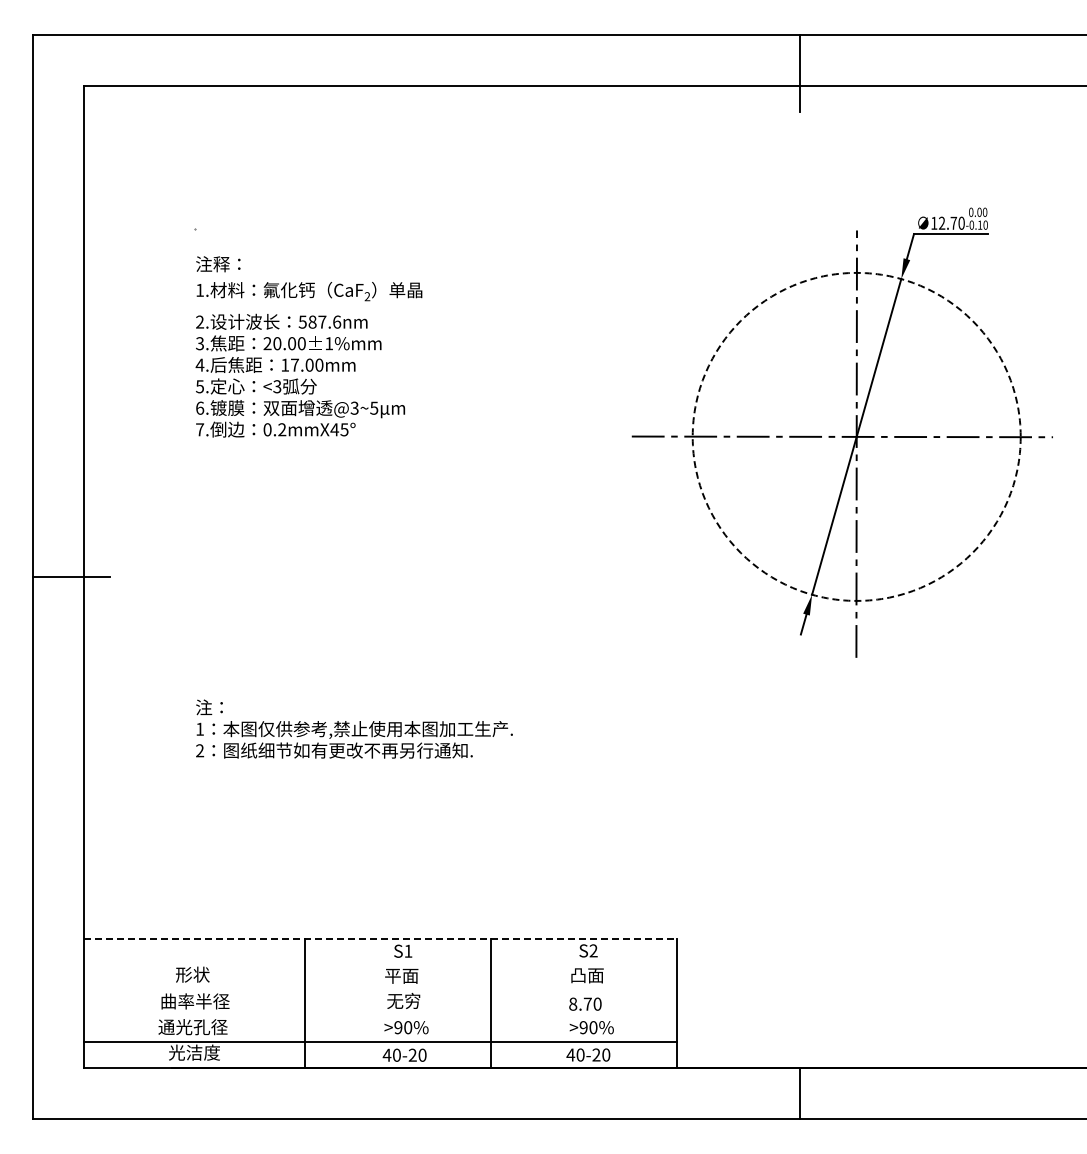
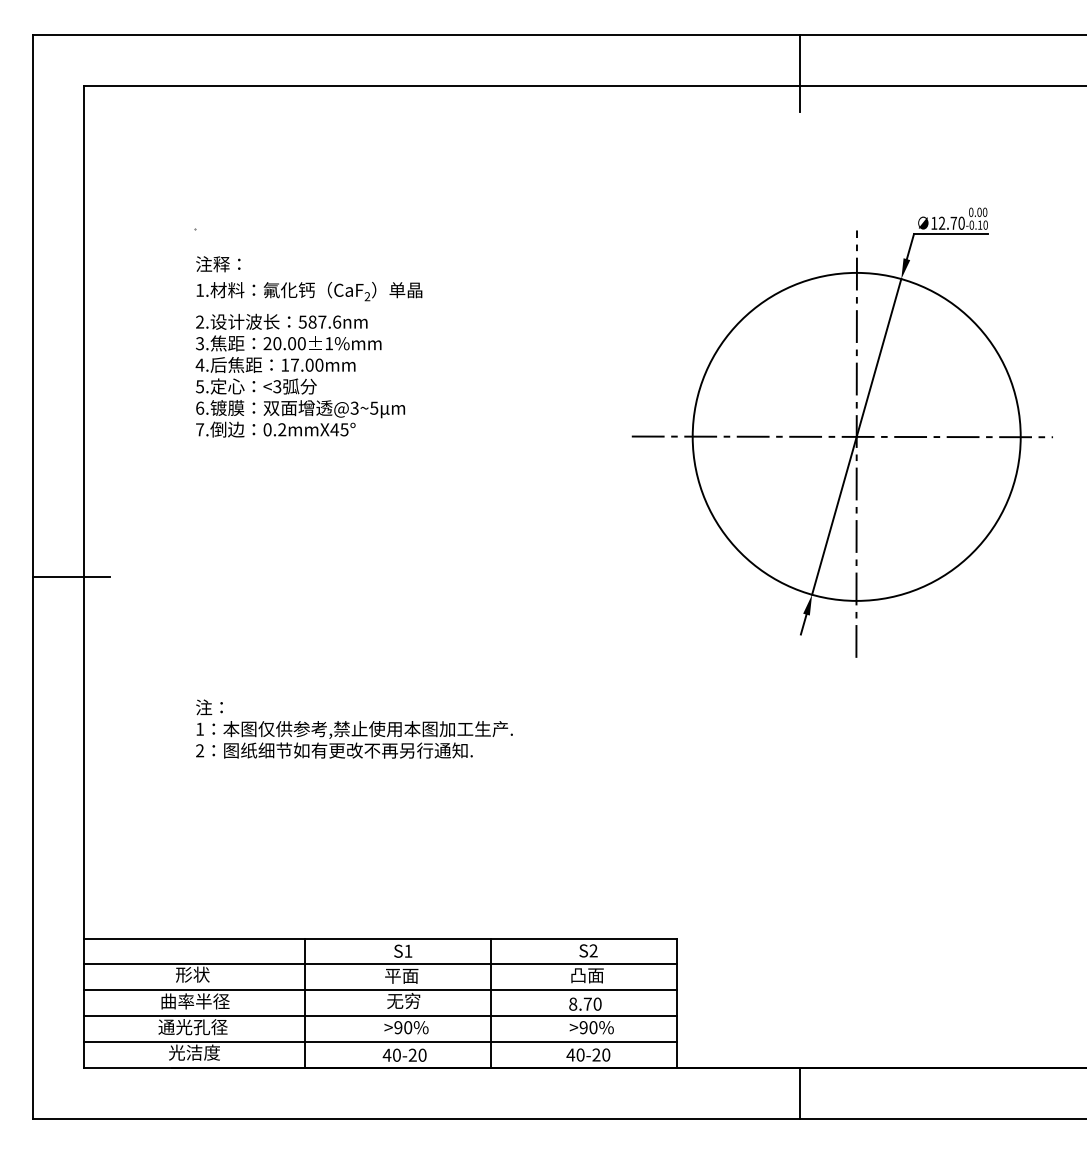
circle at (856, 436): dashed -> solid
line at (380, 938): dashed -> solid
line at (380, 964): none -> present
line at (380, 990): none -> present
line at (380, 1016): none -> present
